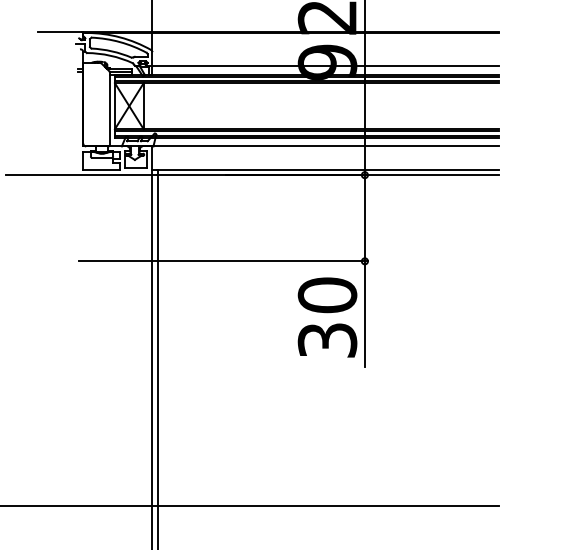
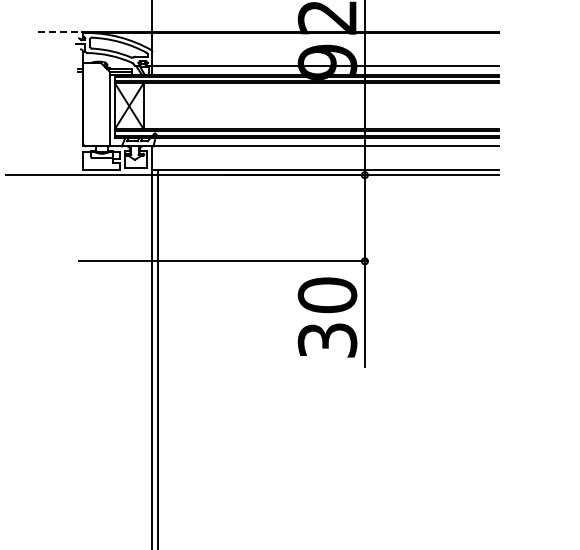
line at (60, 31): solid -> dashed
line at (250, 505): present -> none
